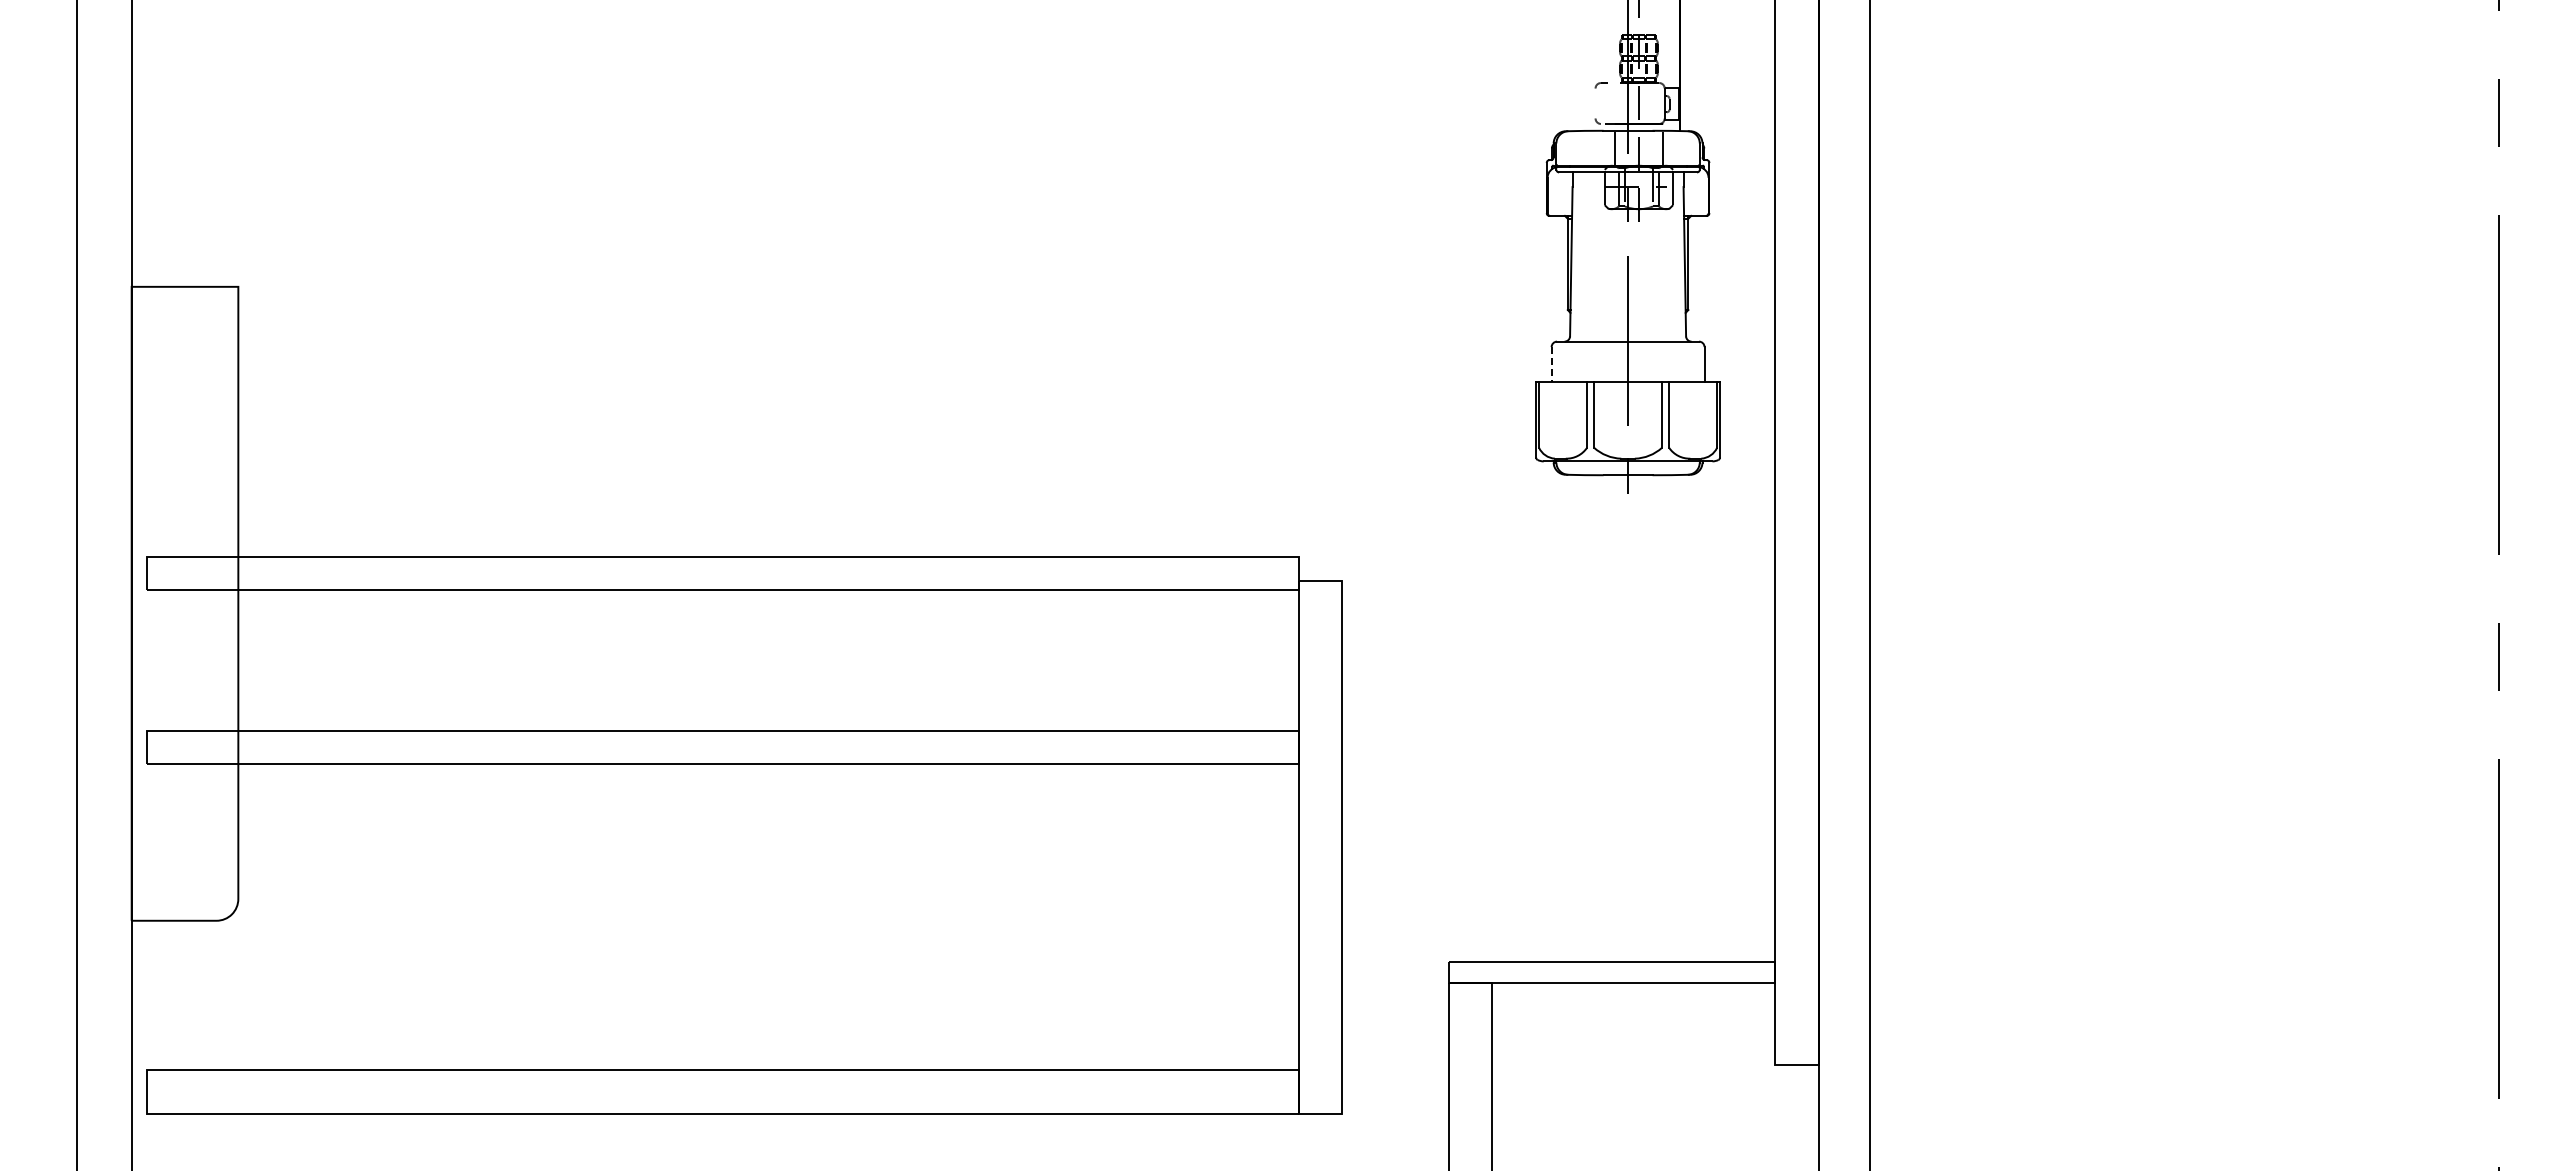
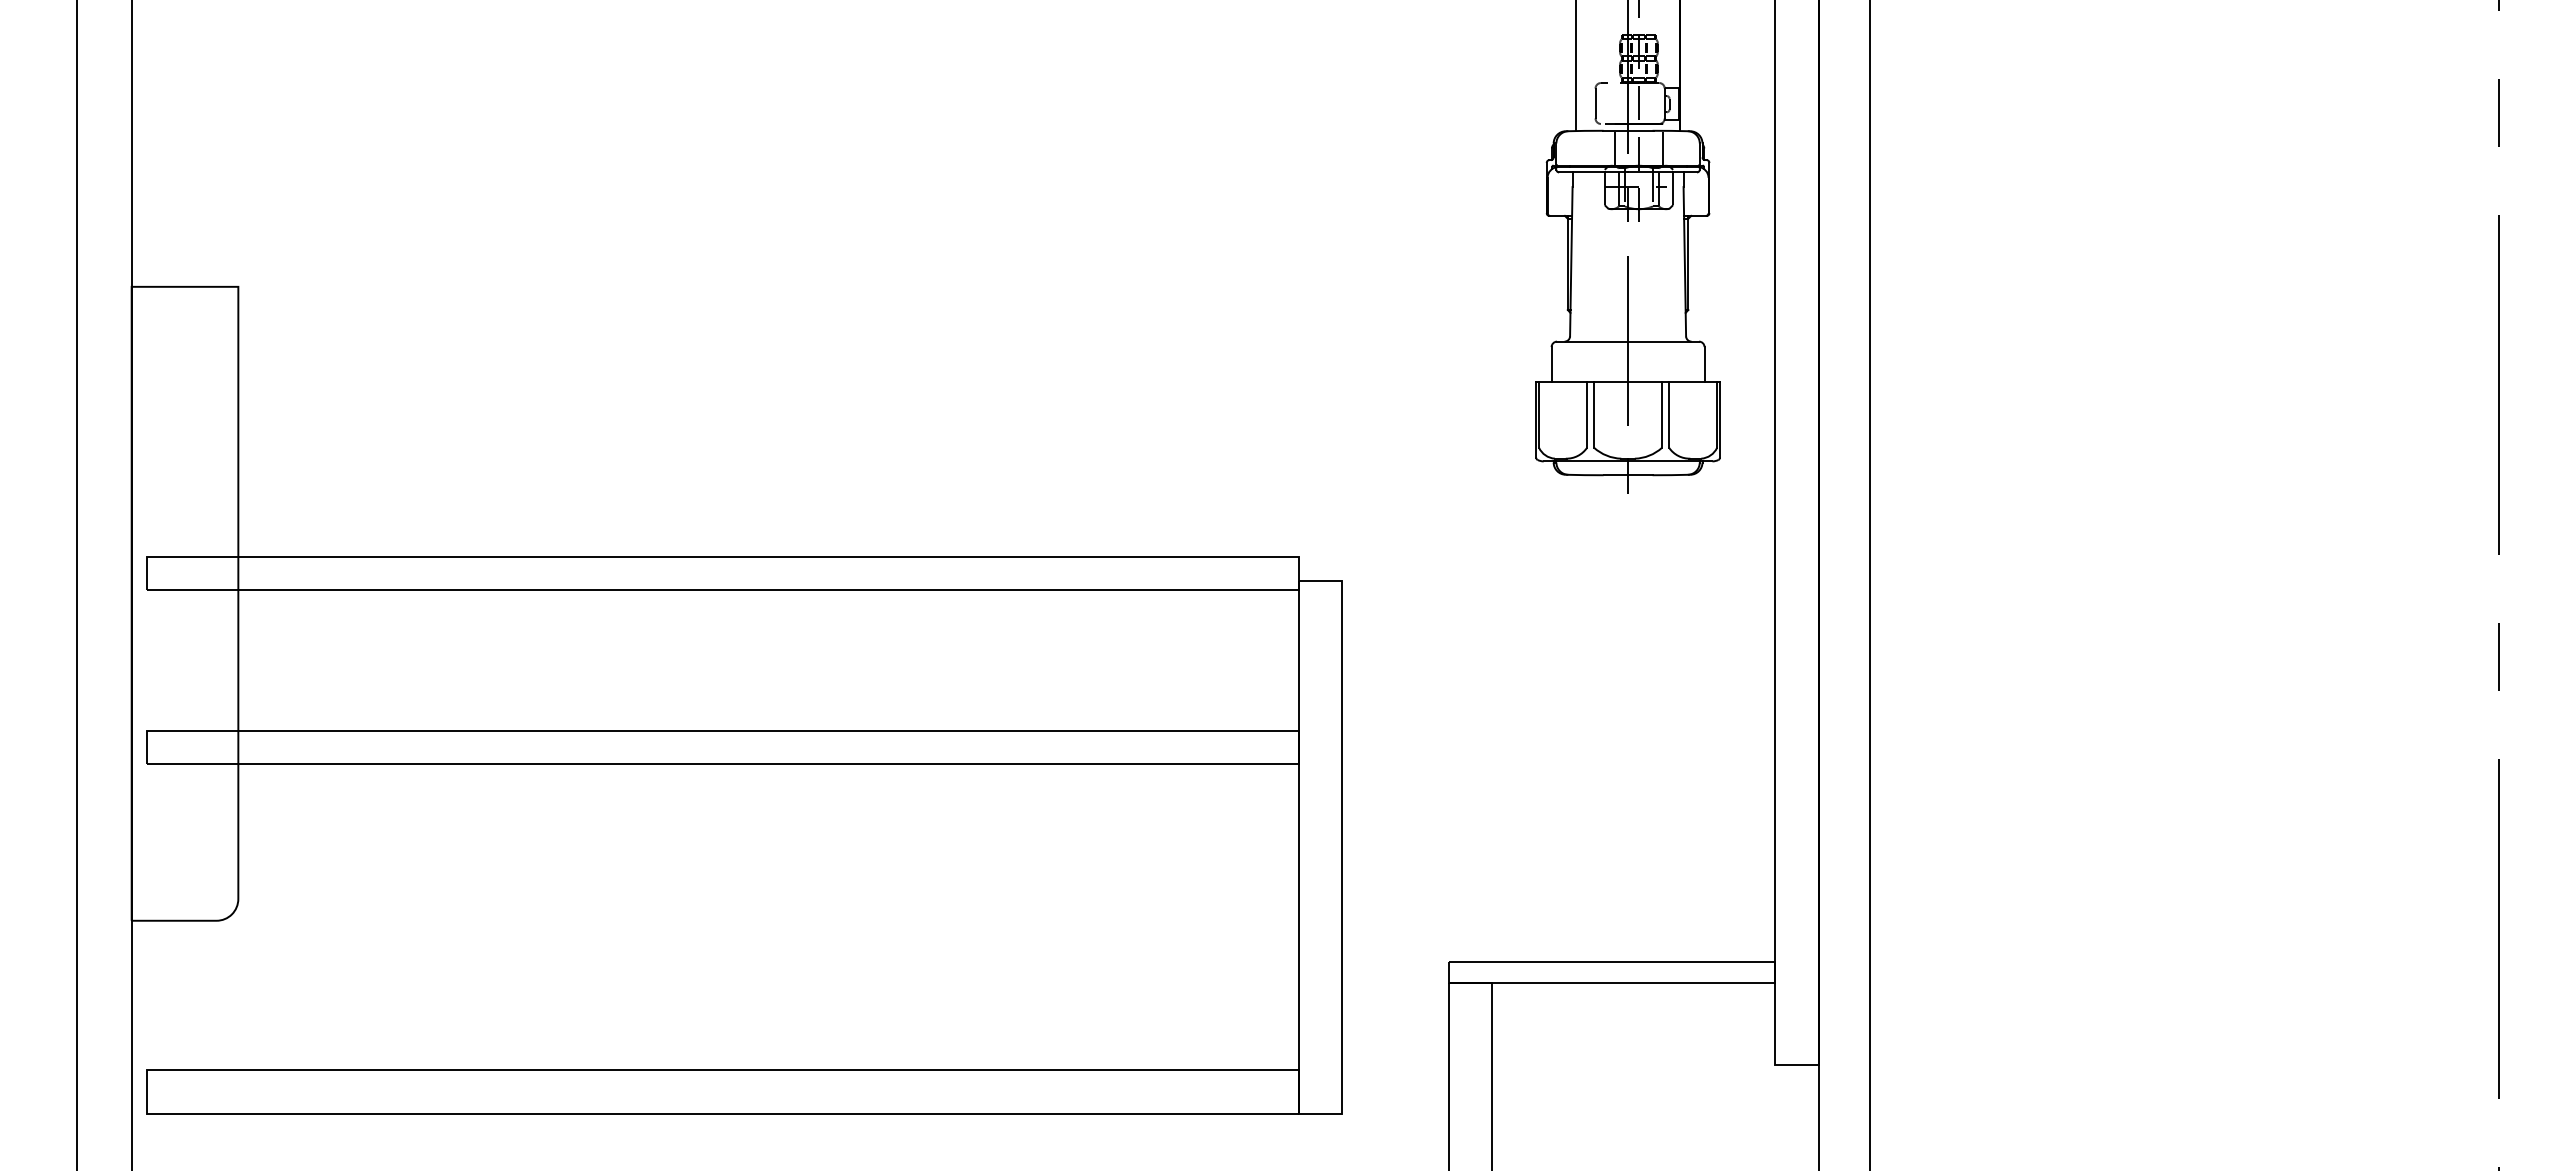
line at (1576, 66): none -> present
line at (1595, 103): none -> present
line at (1551, 364): dashed -> solid
